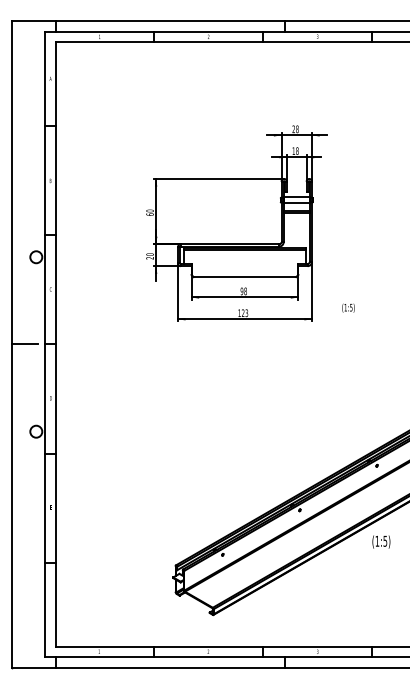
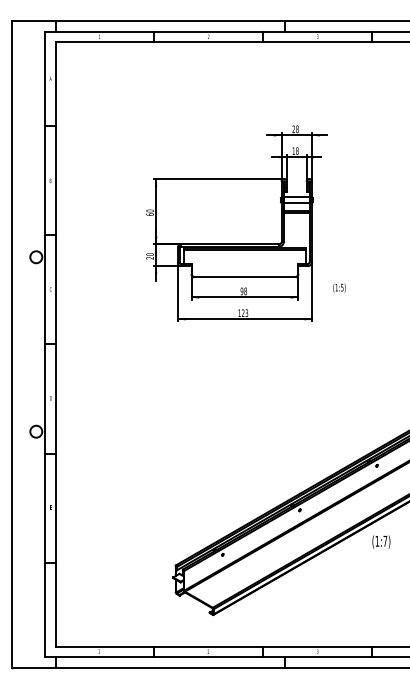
text at (348, 307) position: (348, 307) -> (339, 287)
line at (25, 344): present -> none
text at (385, 541): (1:5) -> (1:7)
